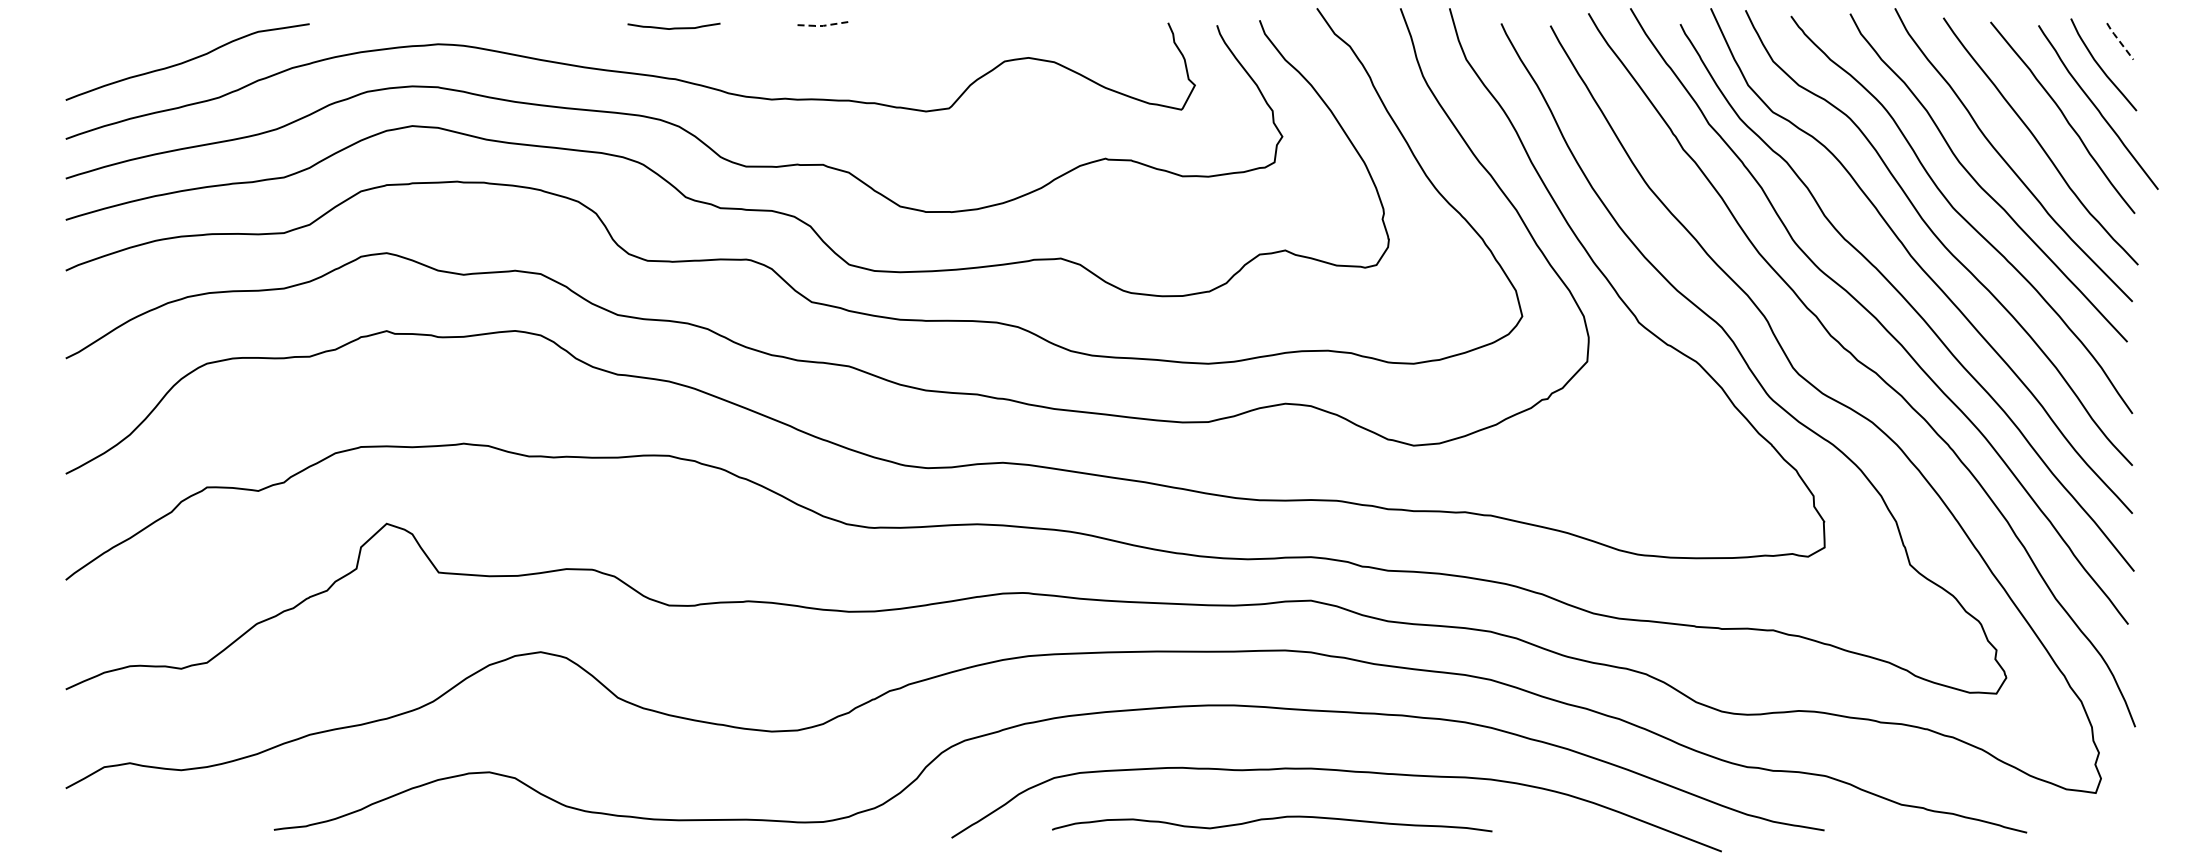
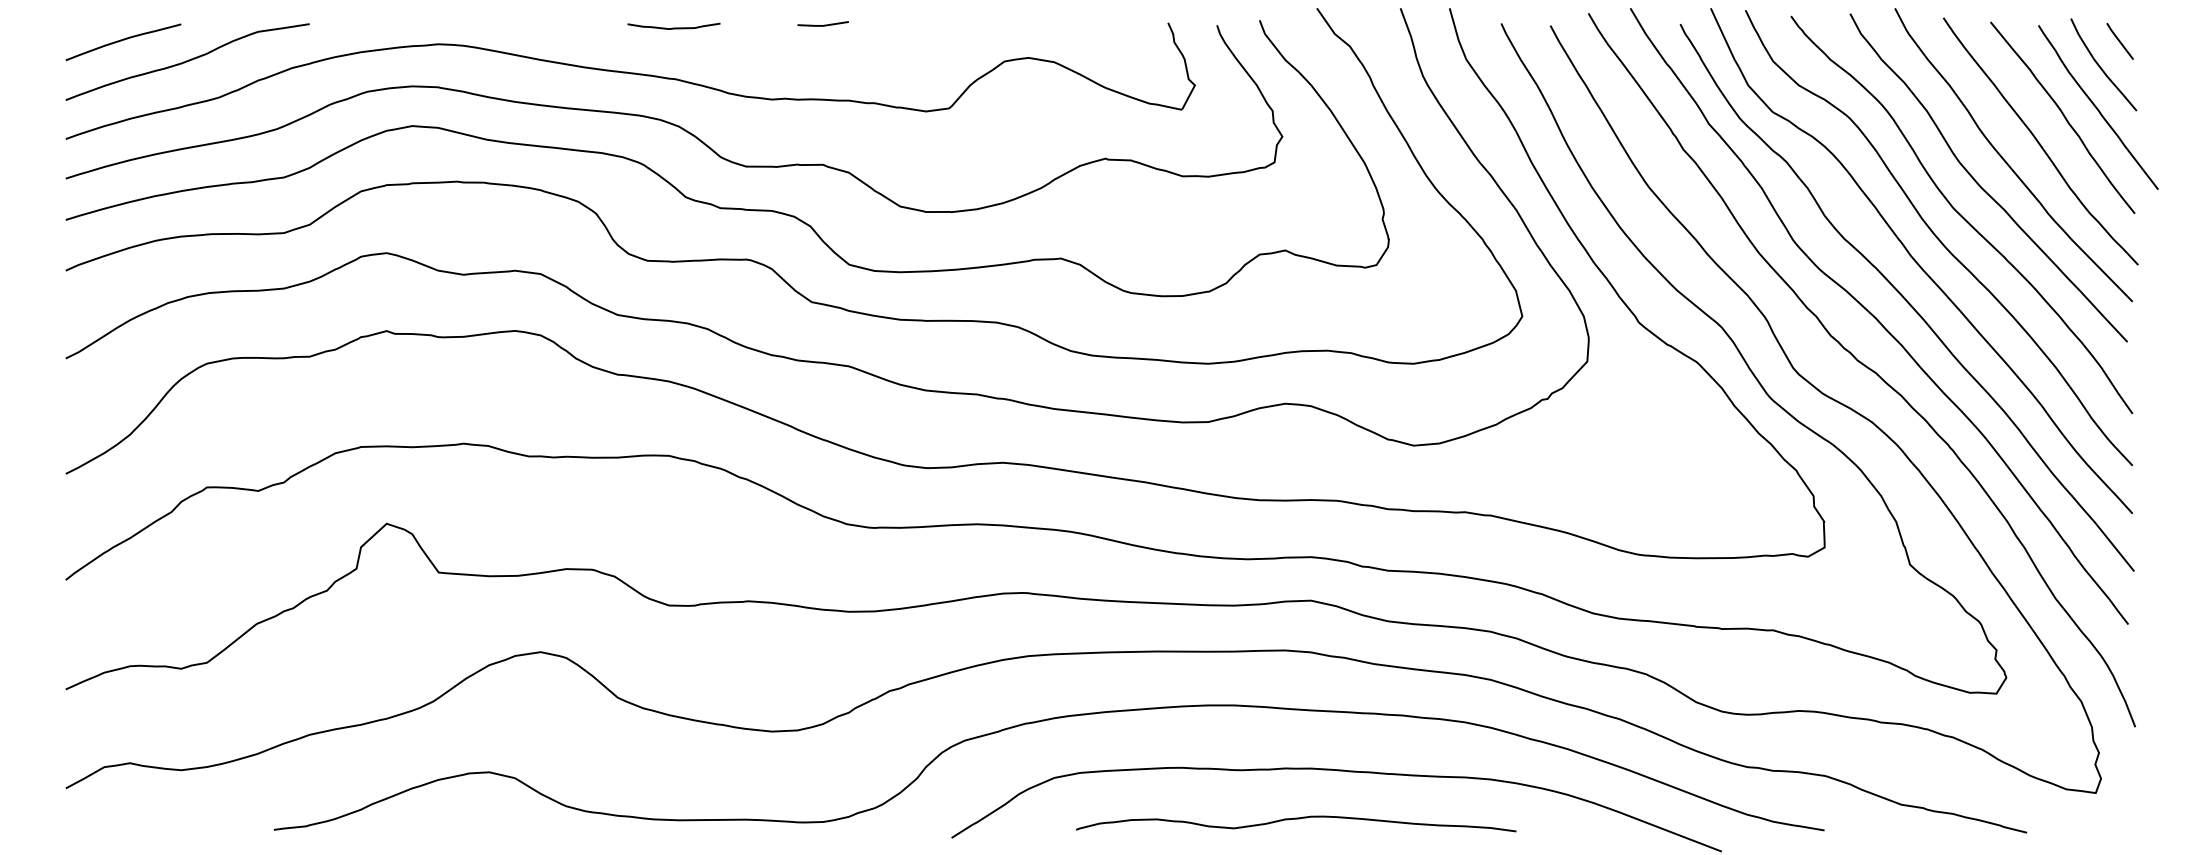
line at (823, 25): dashed -> solid
curve at (123, 40): none -> present
line at (2119, 41): dashed -> solid
curve at (1272, 819) position: (1272, 819) -> (1296, 819)
